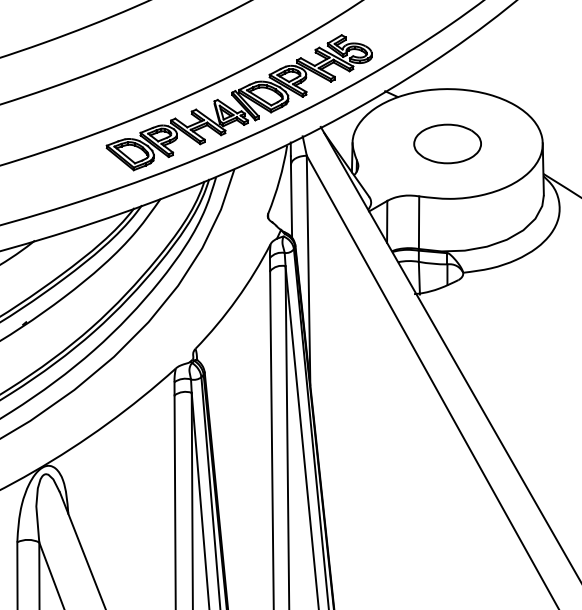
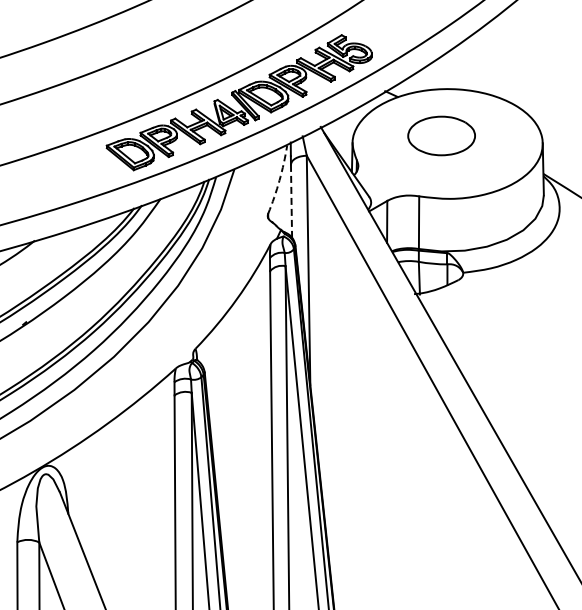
part at (447, 143) position: (447, 143) -> (441, 135)
arc at (279, 180): solid -> dashed
line at (291, 201): solid -> dashed
